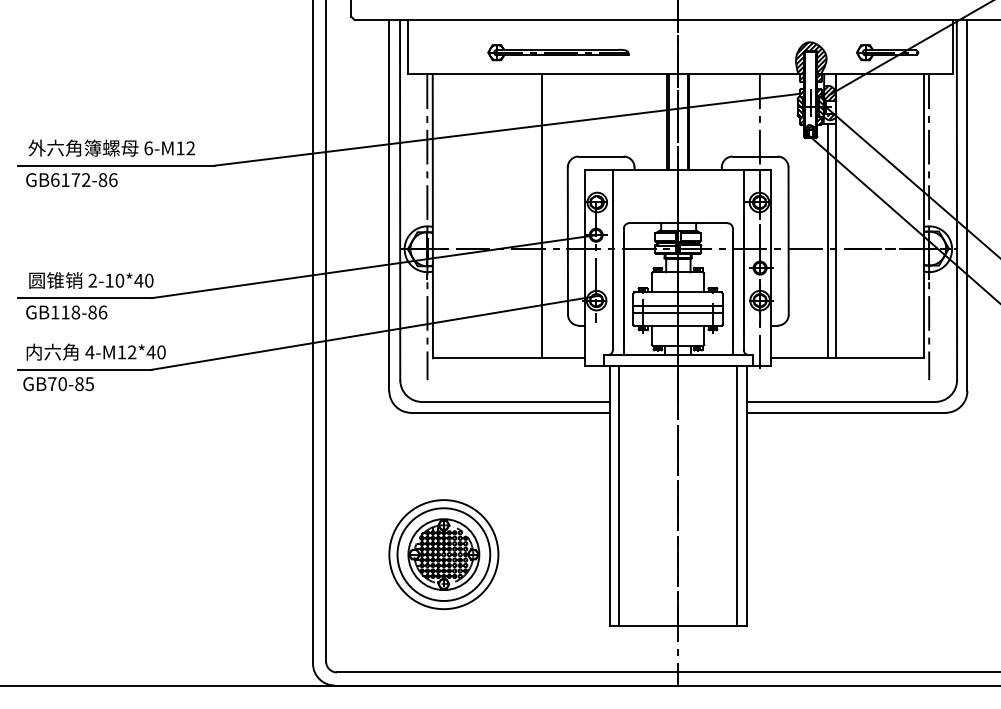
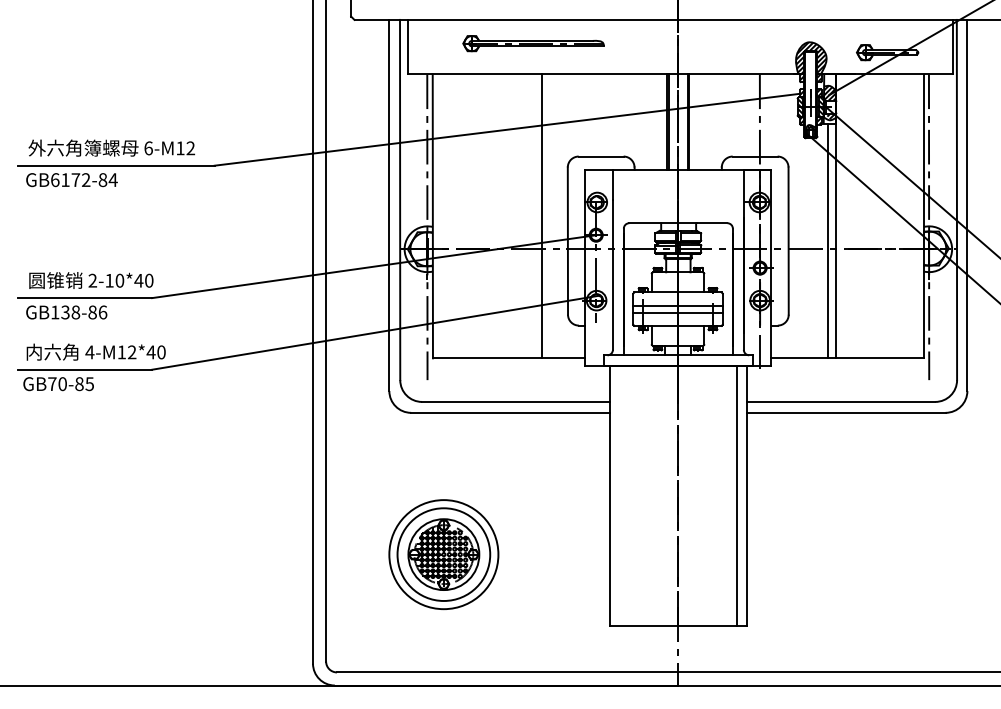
part at (558, 52) position: (558, 52) -> (533, 43)
text at (112, 180): 6172-86 -> 6172-84
text at (65, 312): 118-86 -> 138-86
line at (619, 495): present -> none
